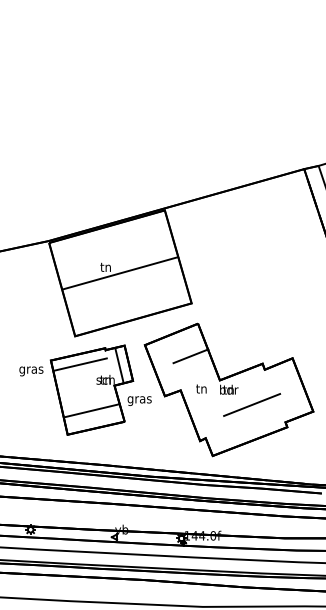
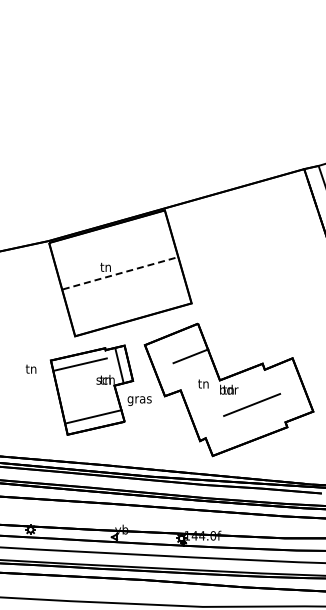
line at (120, 273): solid -> dashed
text at (31, 370): gras -> tn
text at (201, 388) position: (201, 388) -> (203, 383)
line at (91, 410) position: (91, 410) -> (93, 416)
